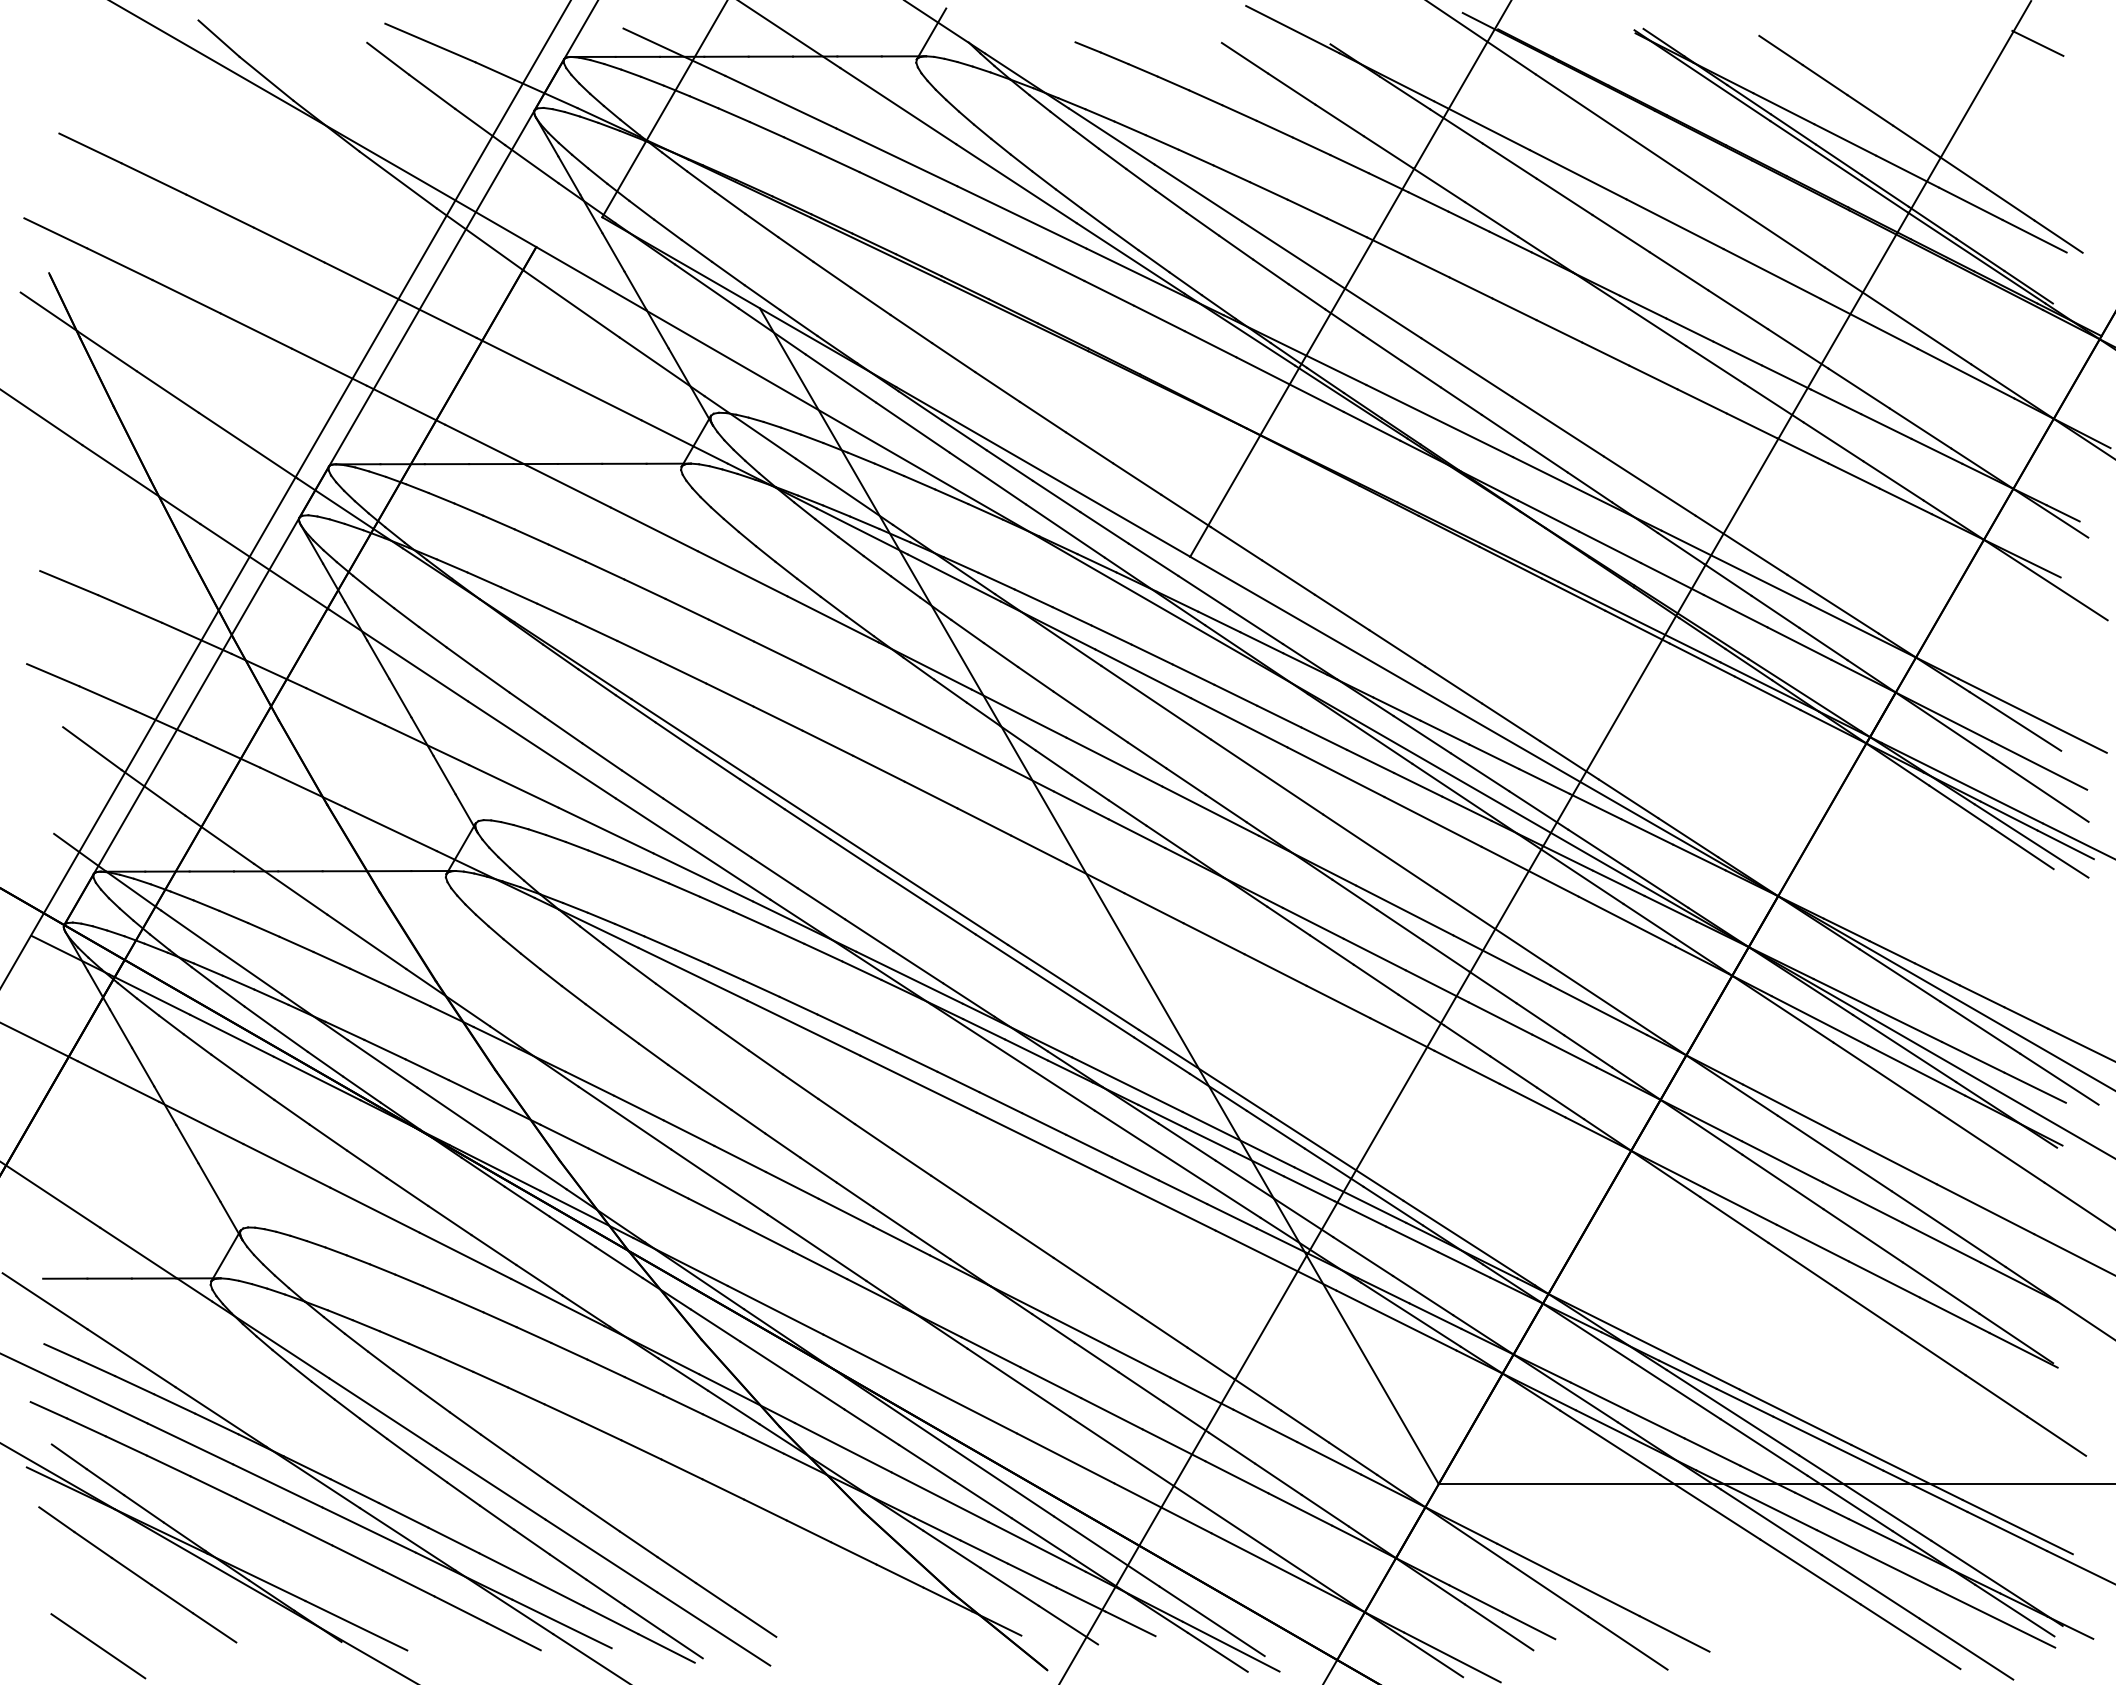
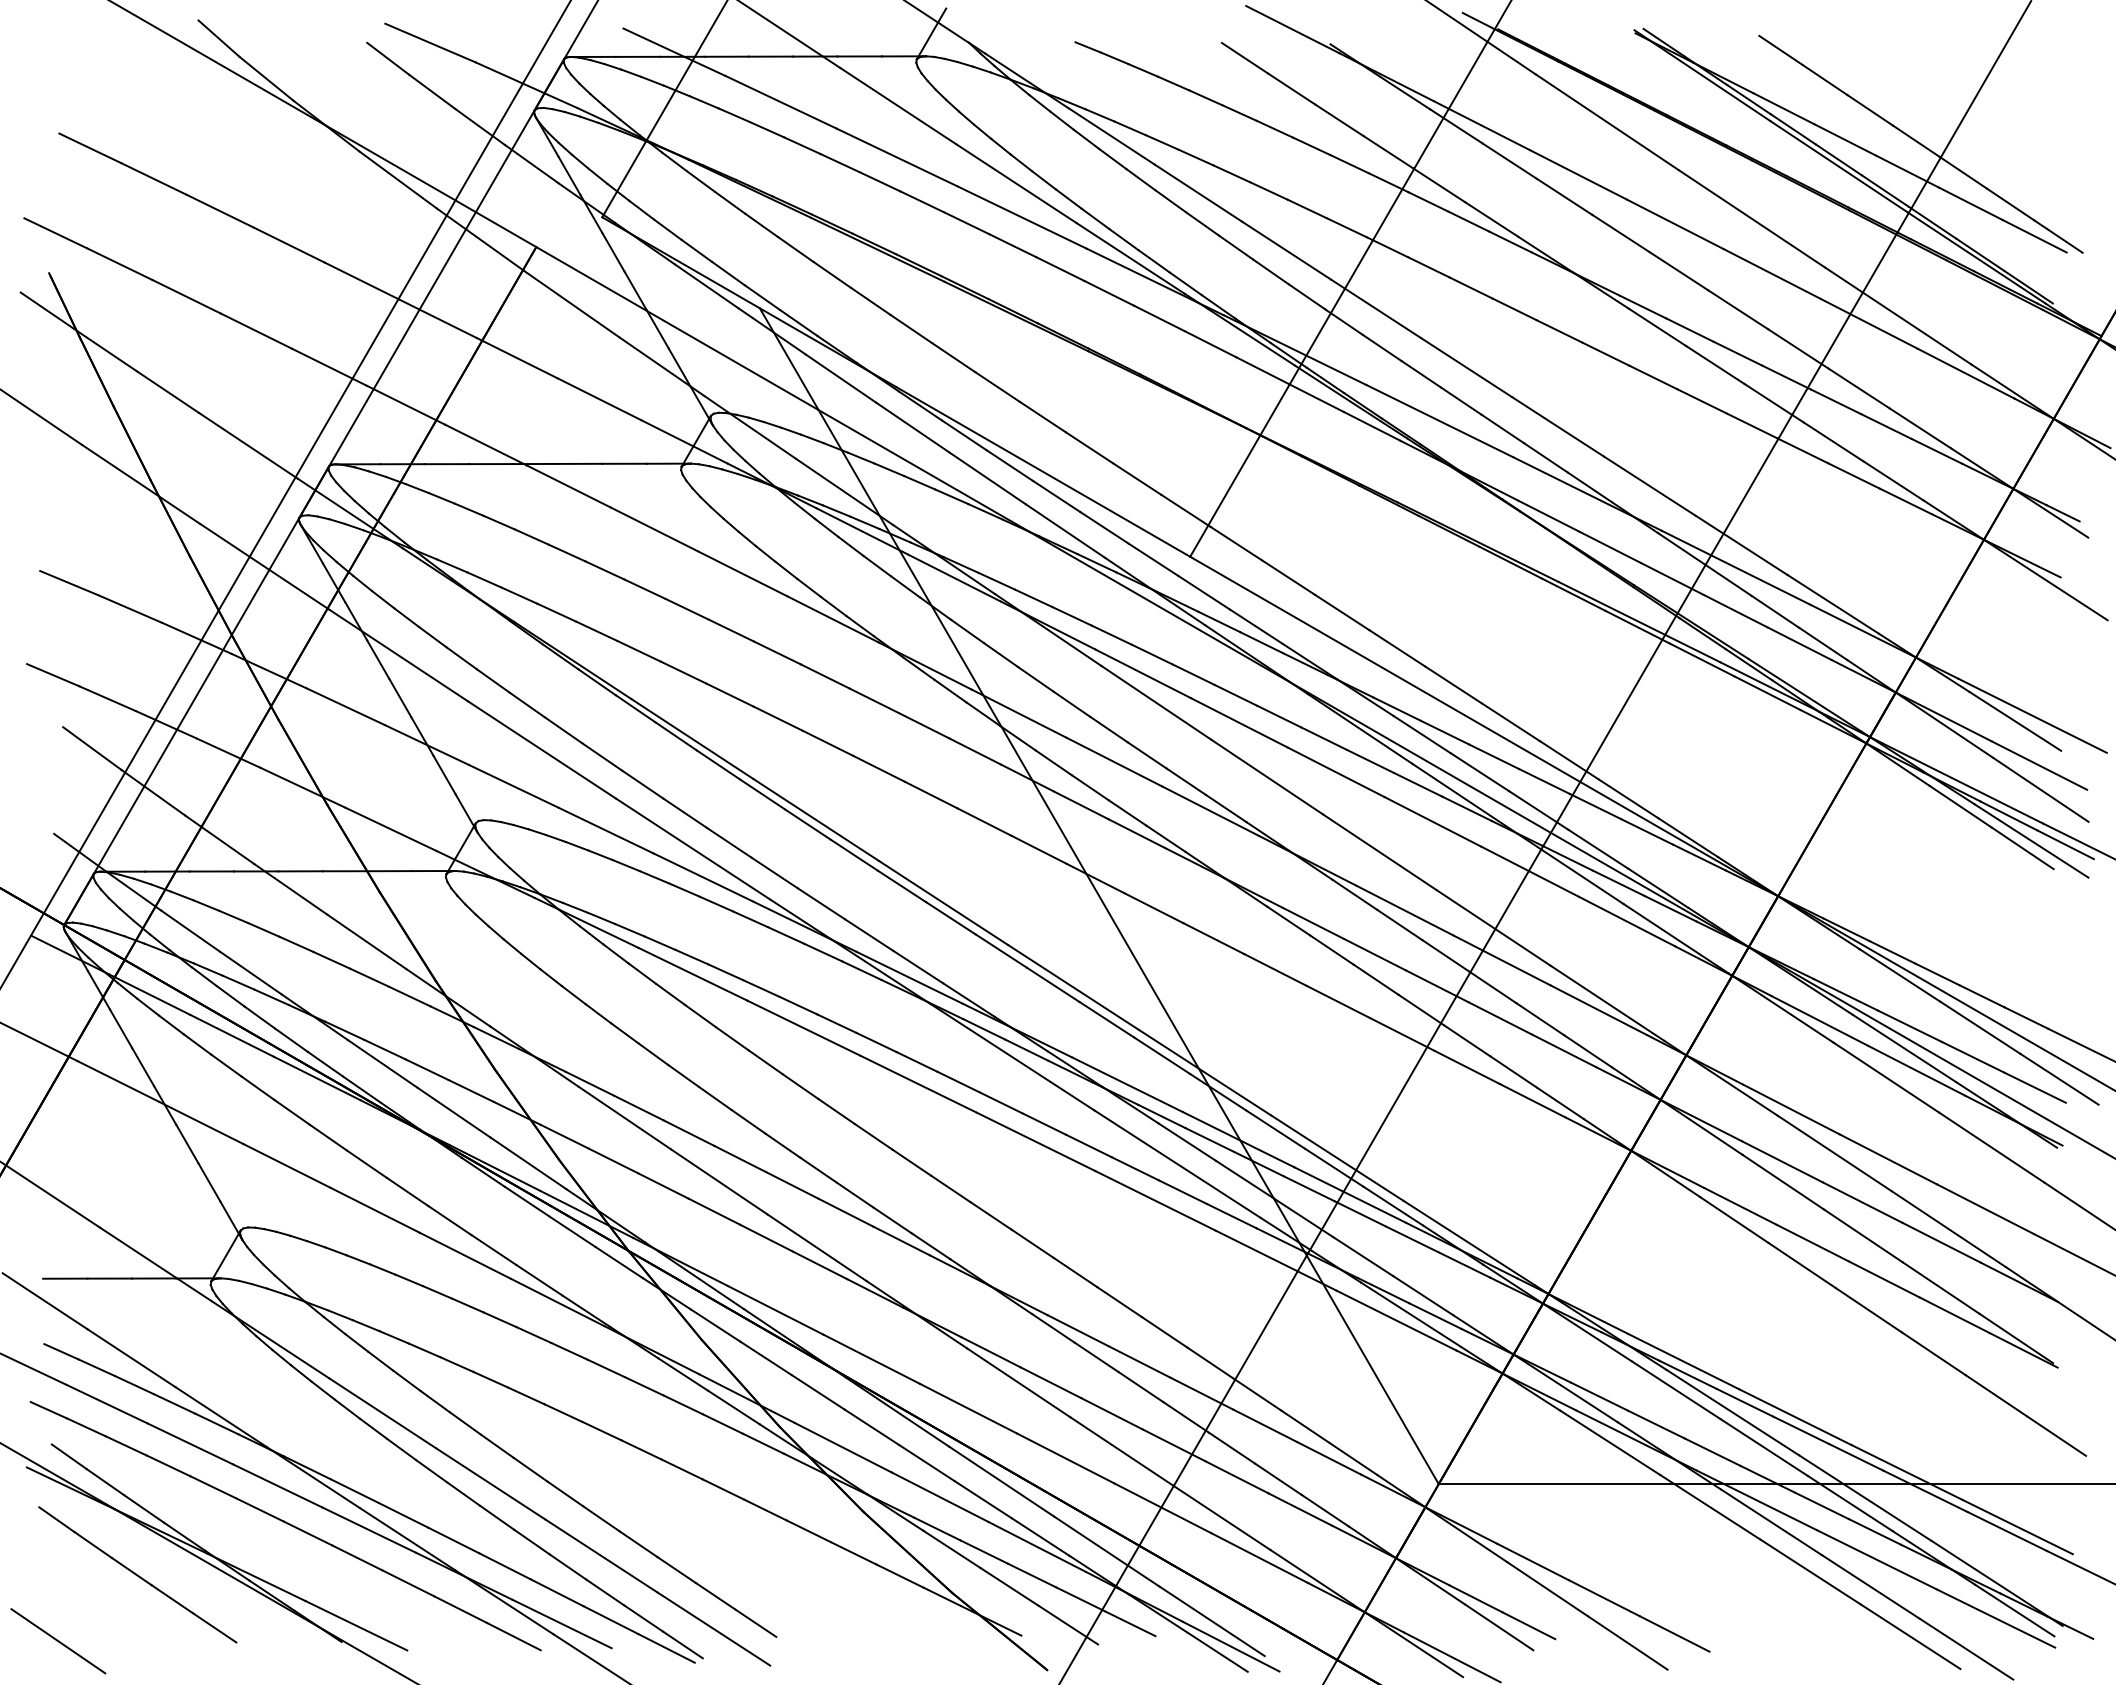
line at (2037, 42): present -> none
line at (98, 1646) position: (98, 1646) -> (58, 1641)
